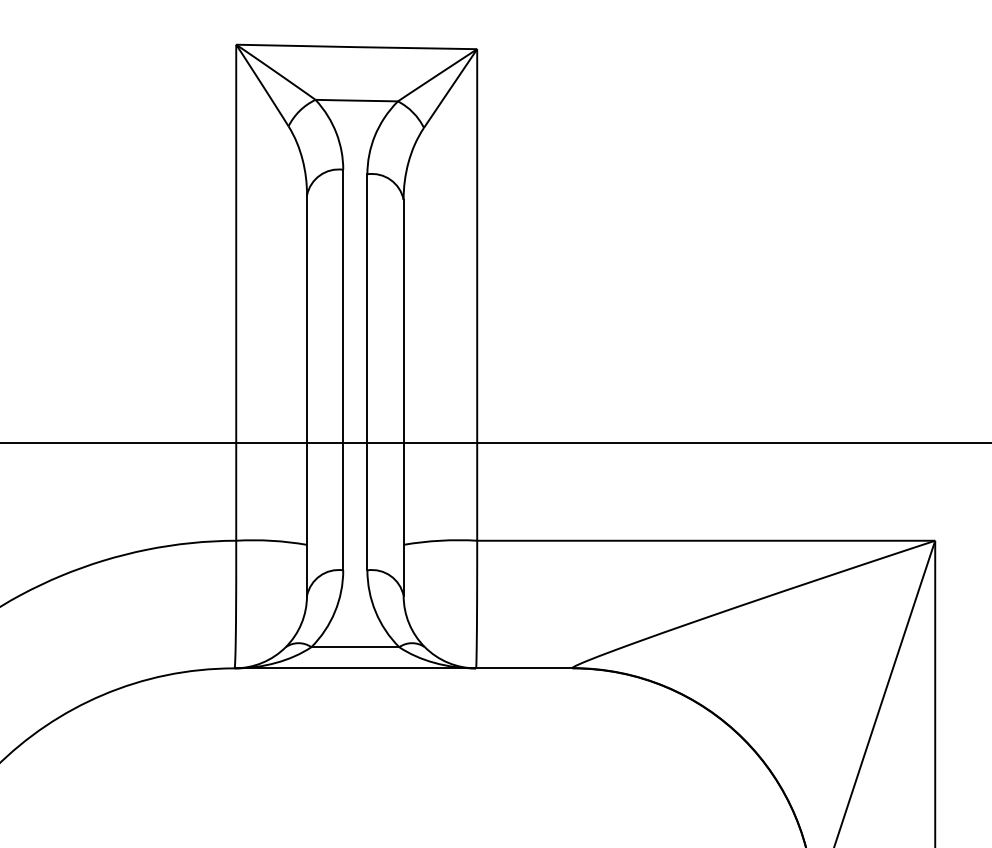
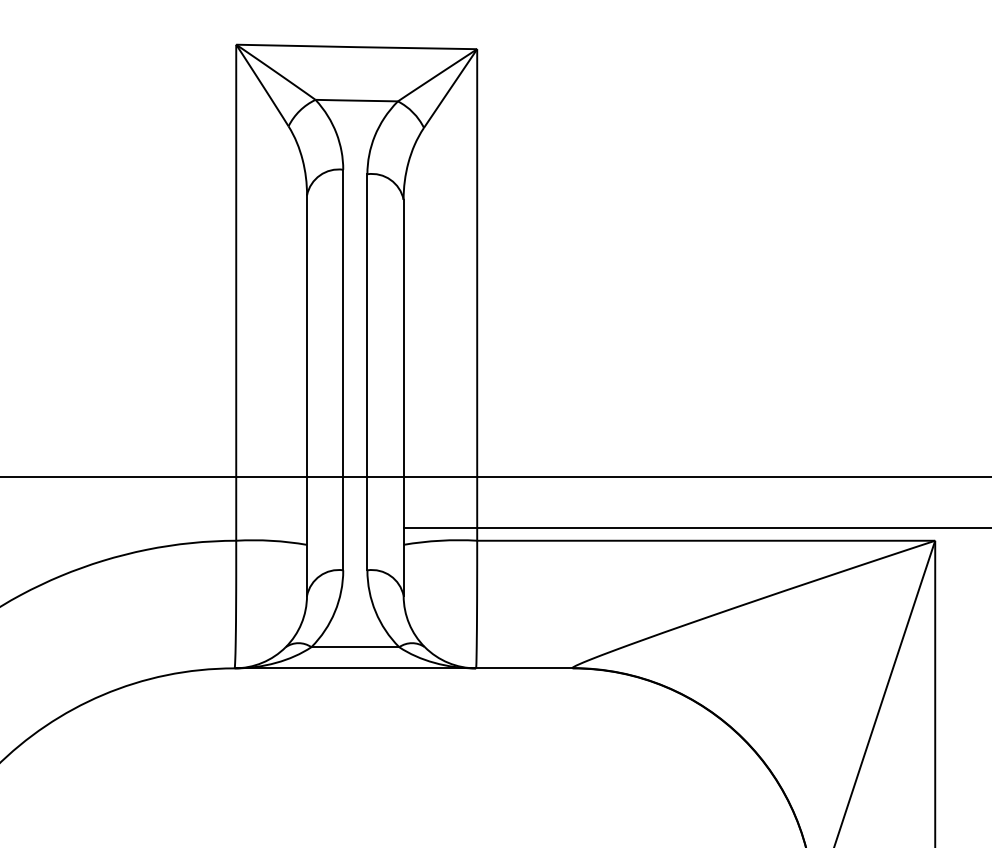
line at (495, 443) position: (495, 443) -> (495, 477)
line at (695, 528): none -> present
